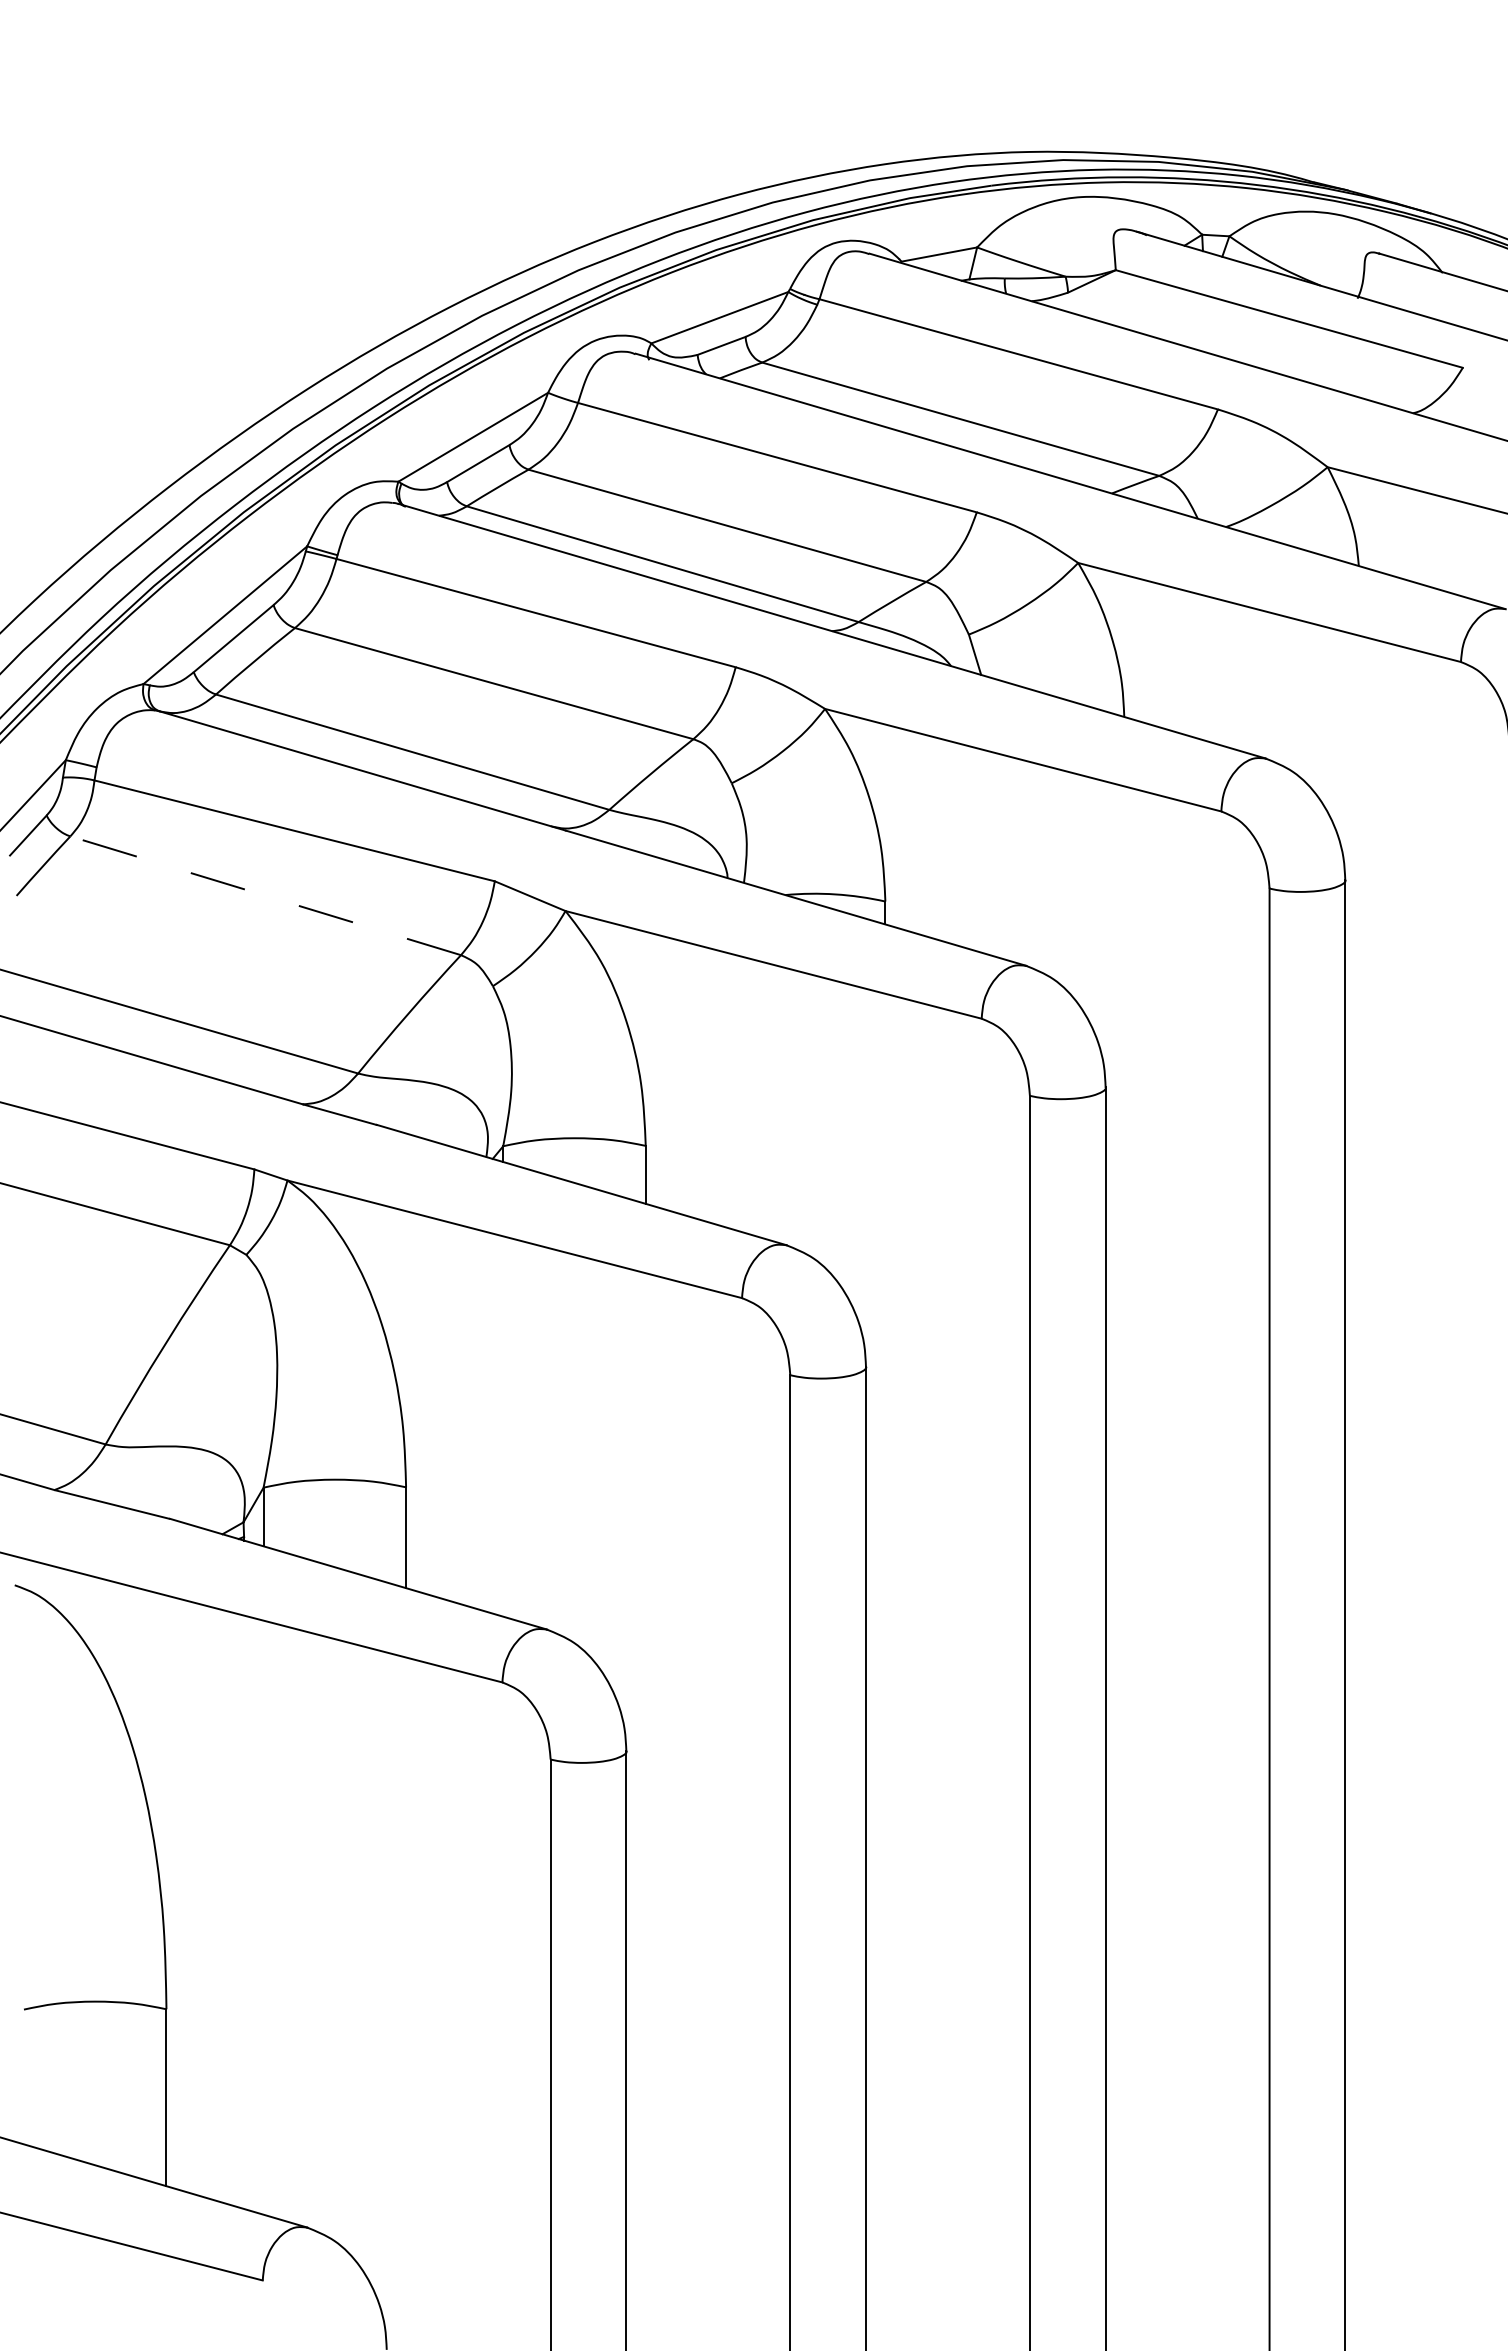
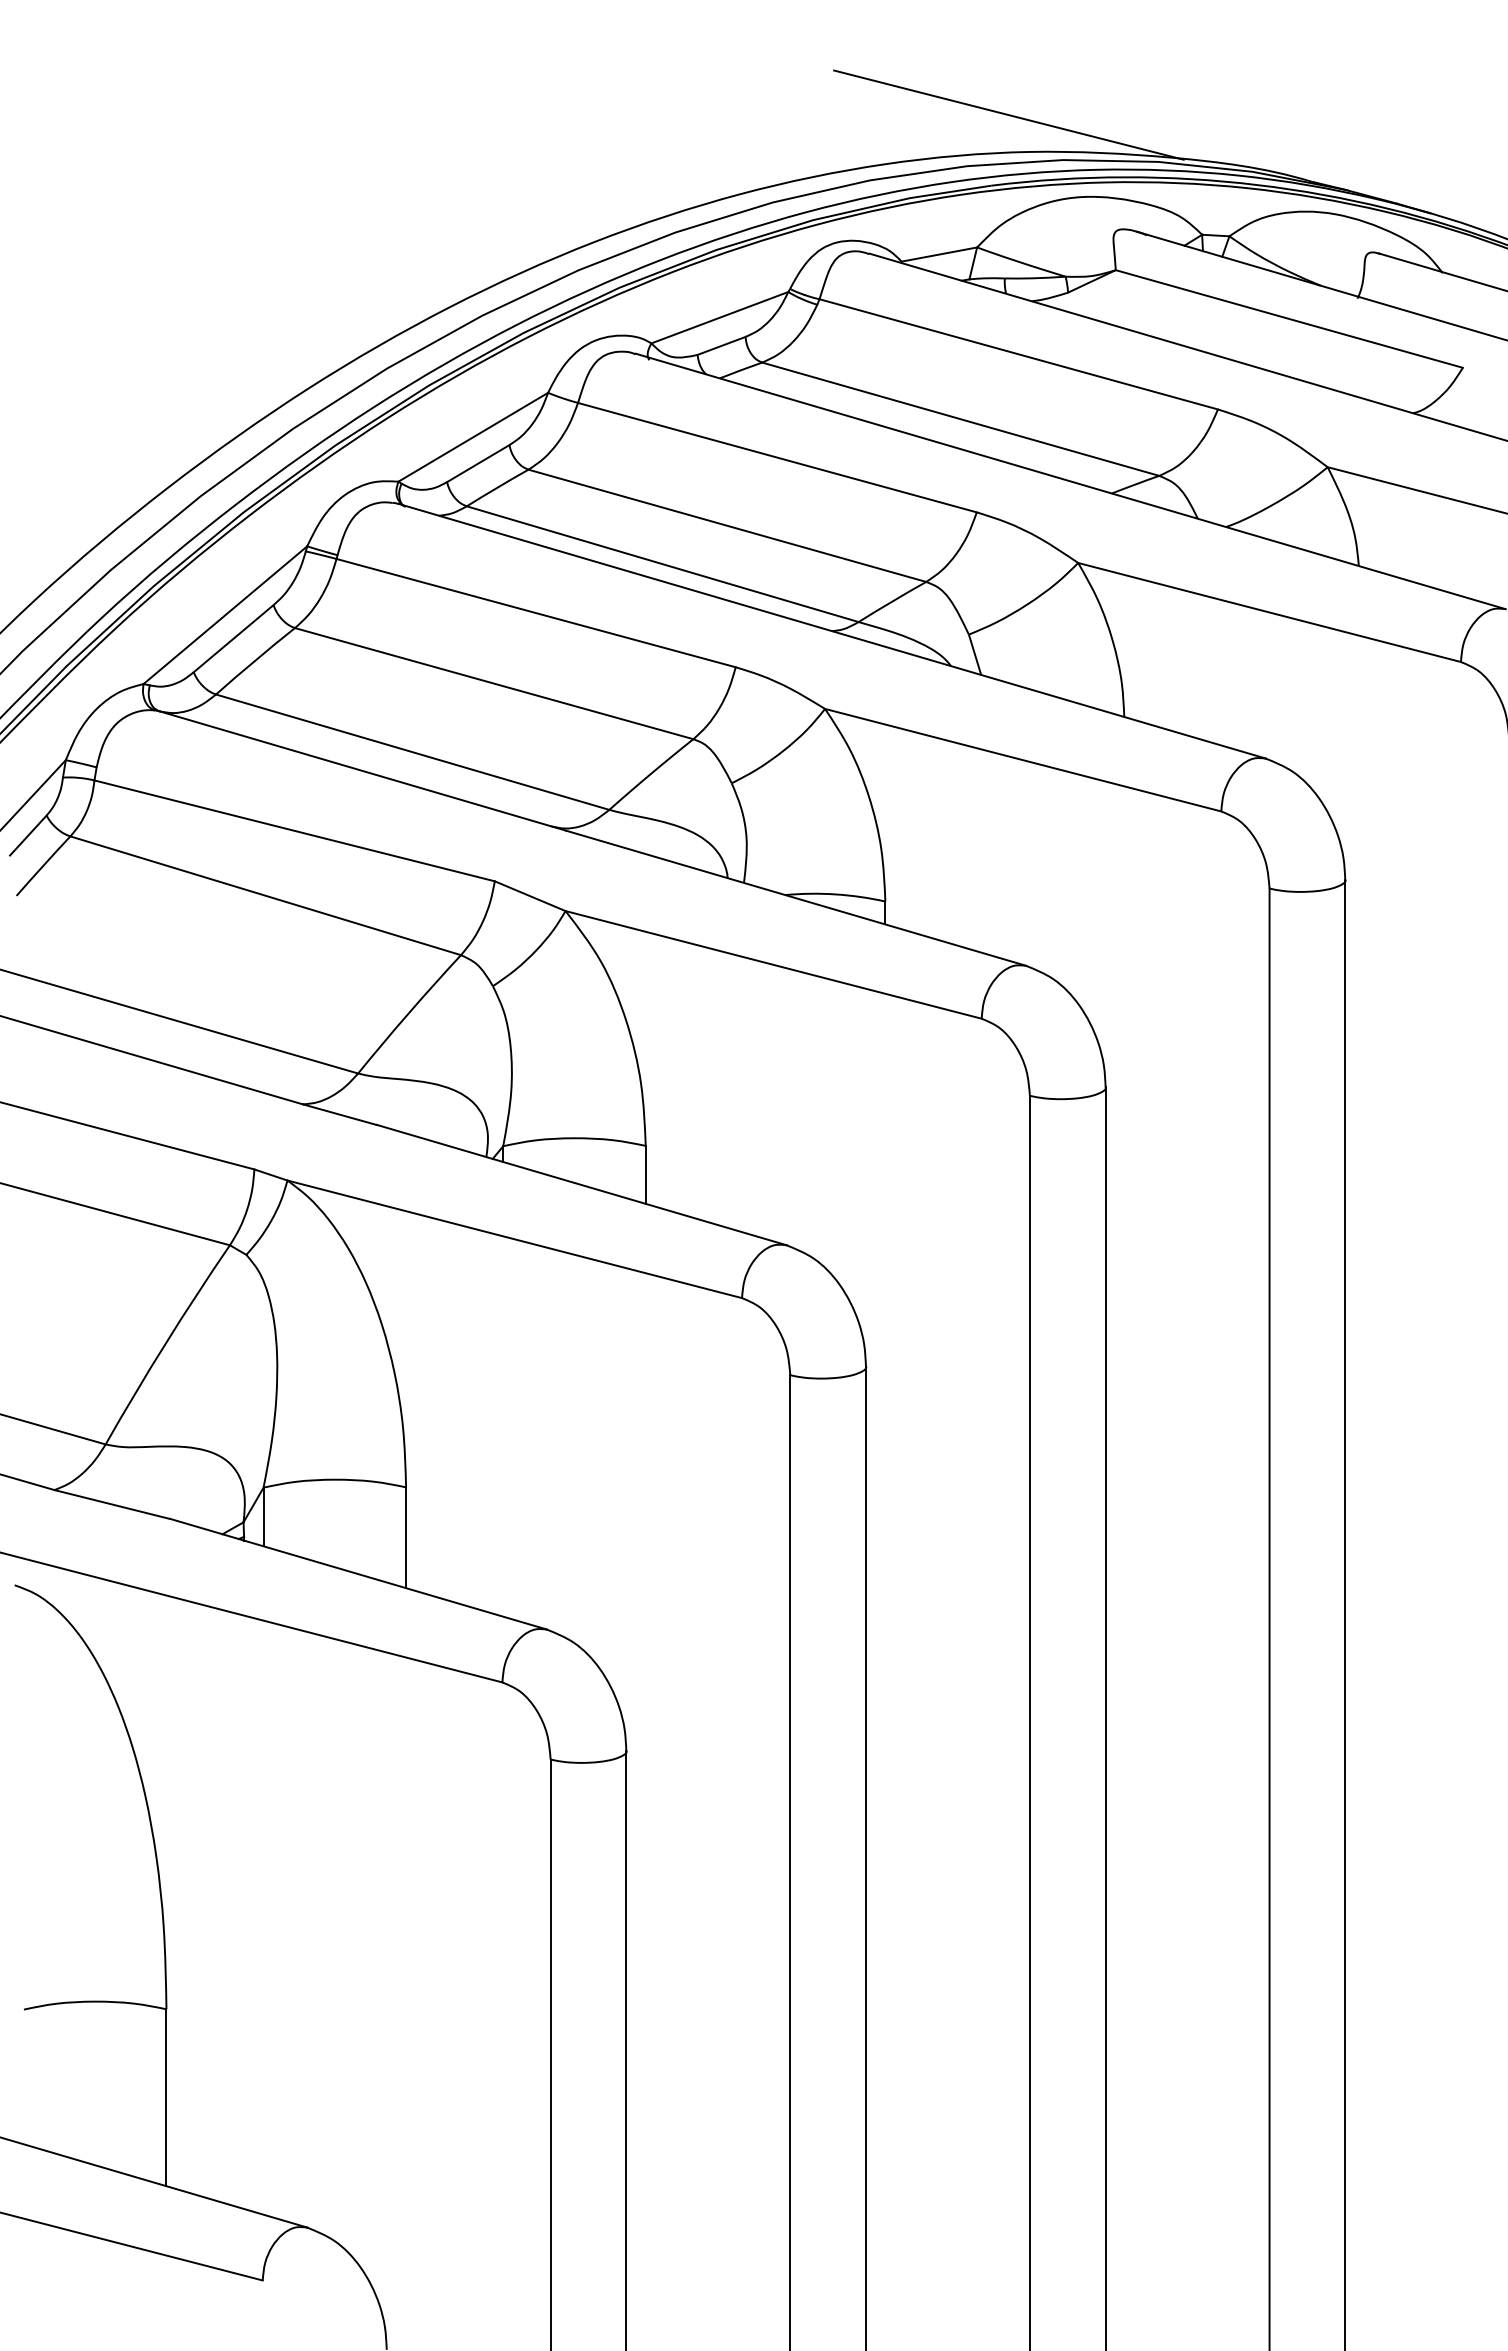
line at (1008, 114): none -> present
line at (265, 895): dashed -> solid
